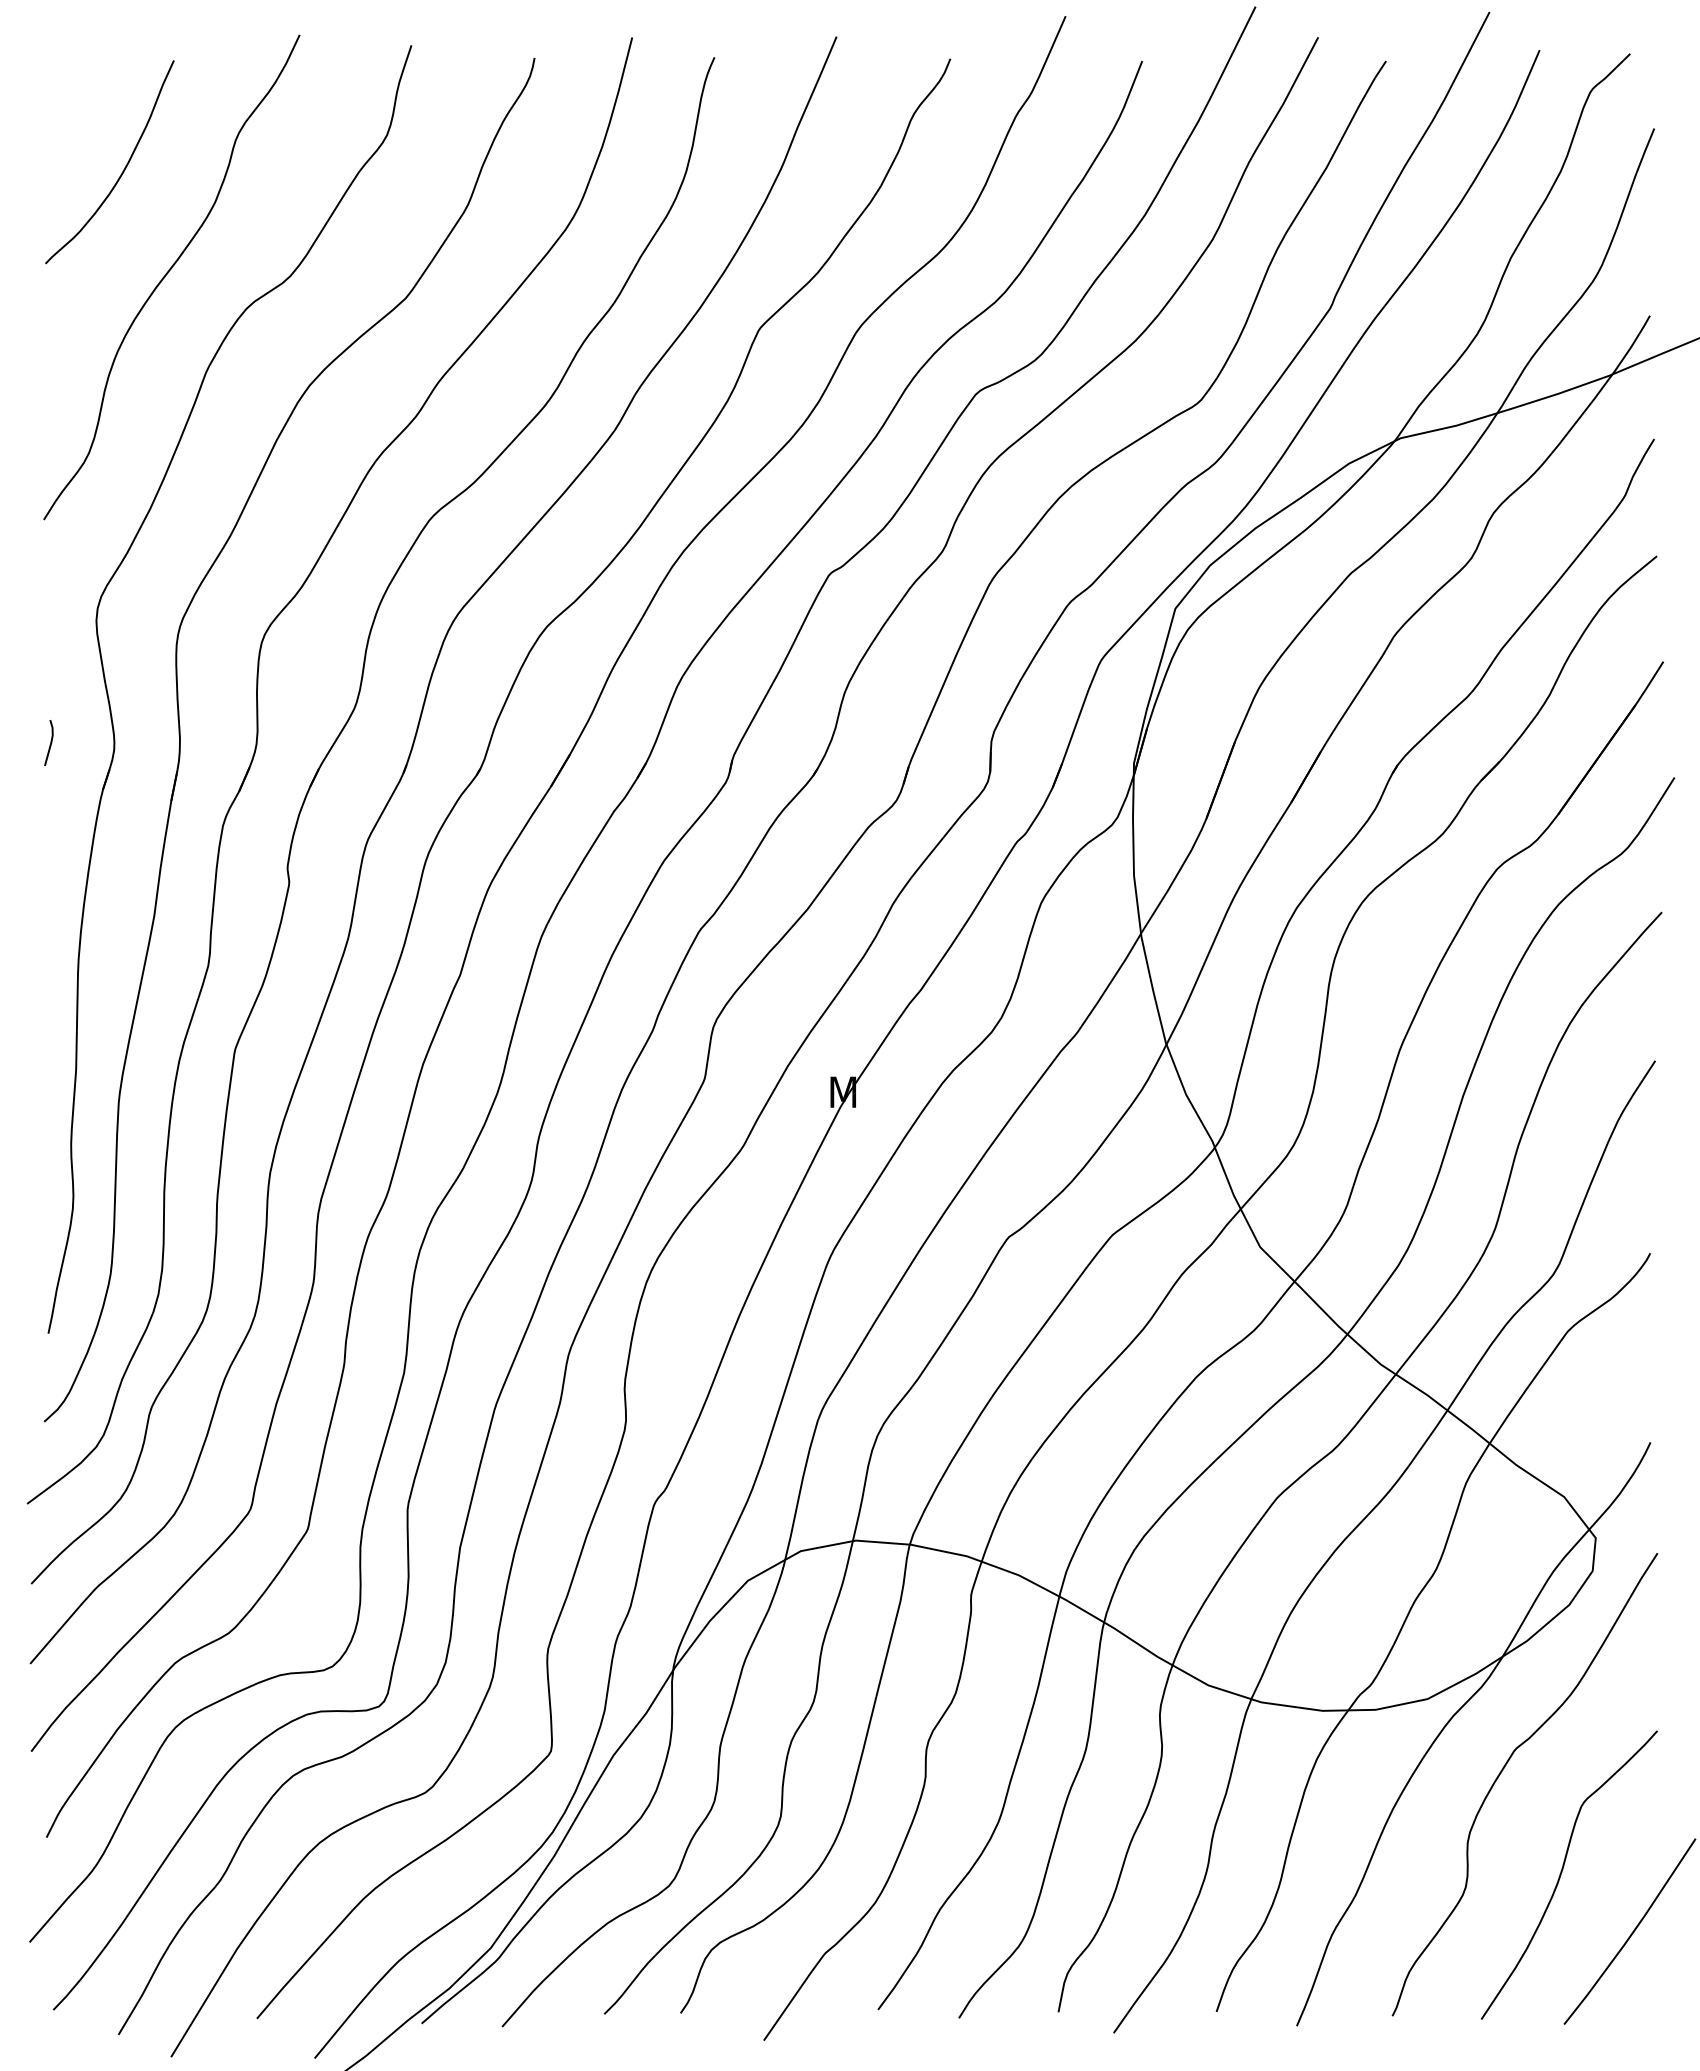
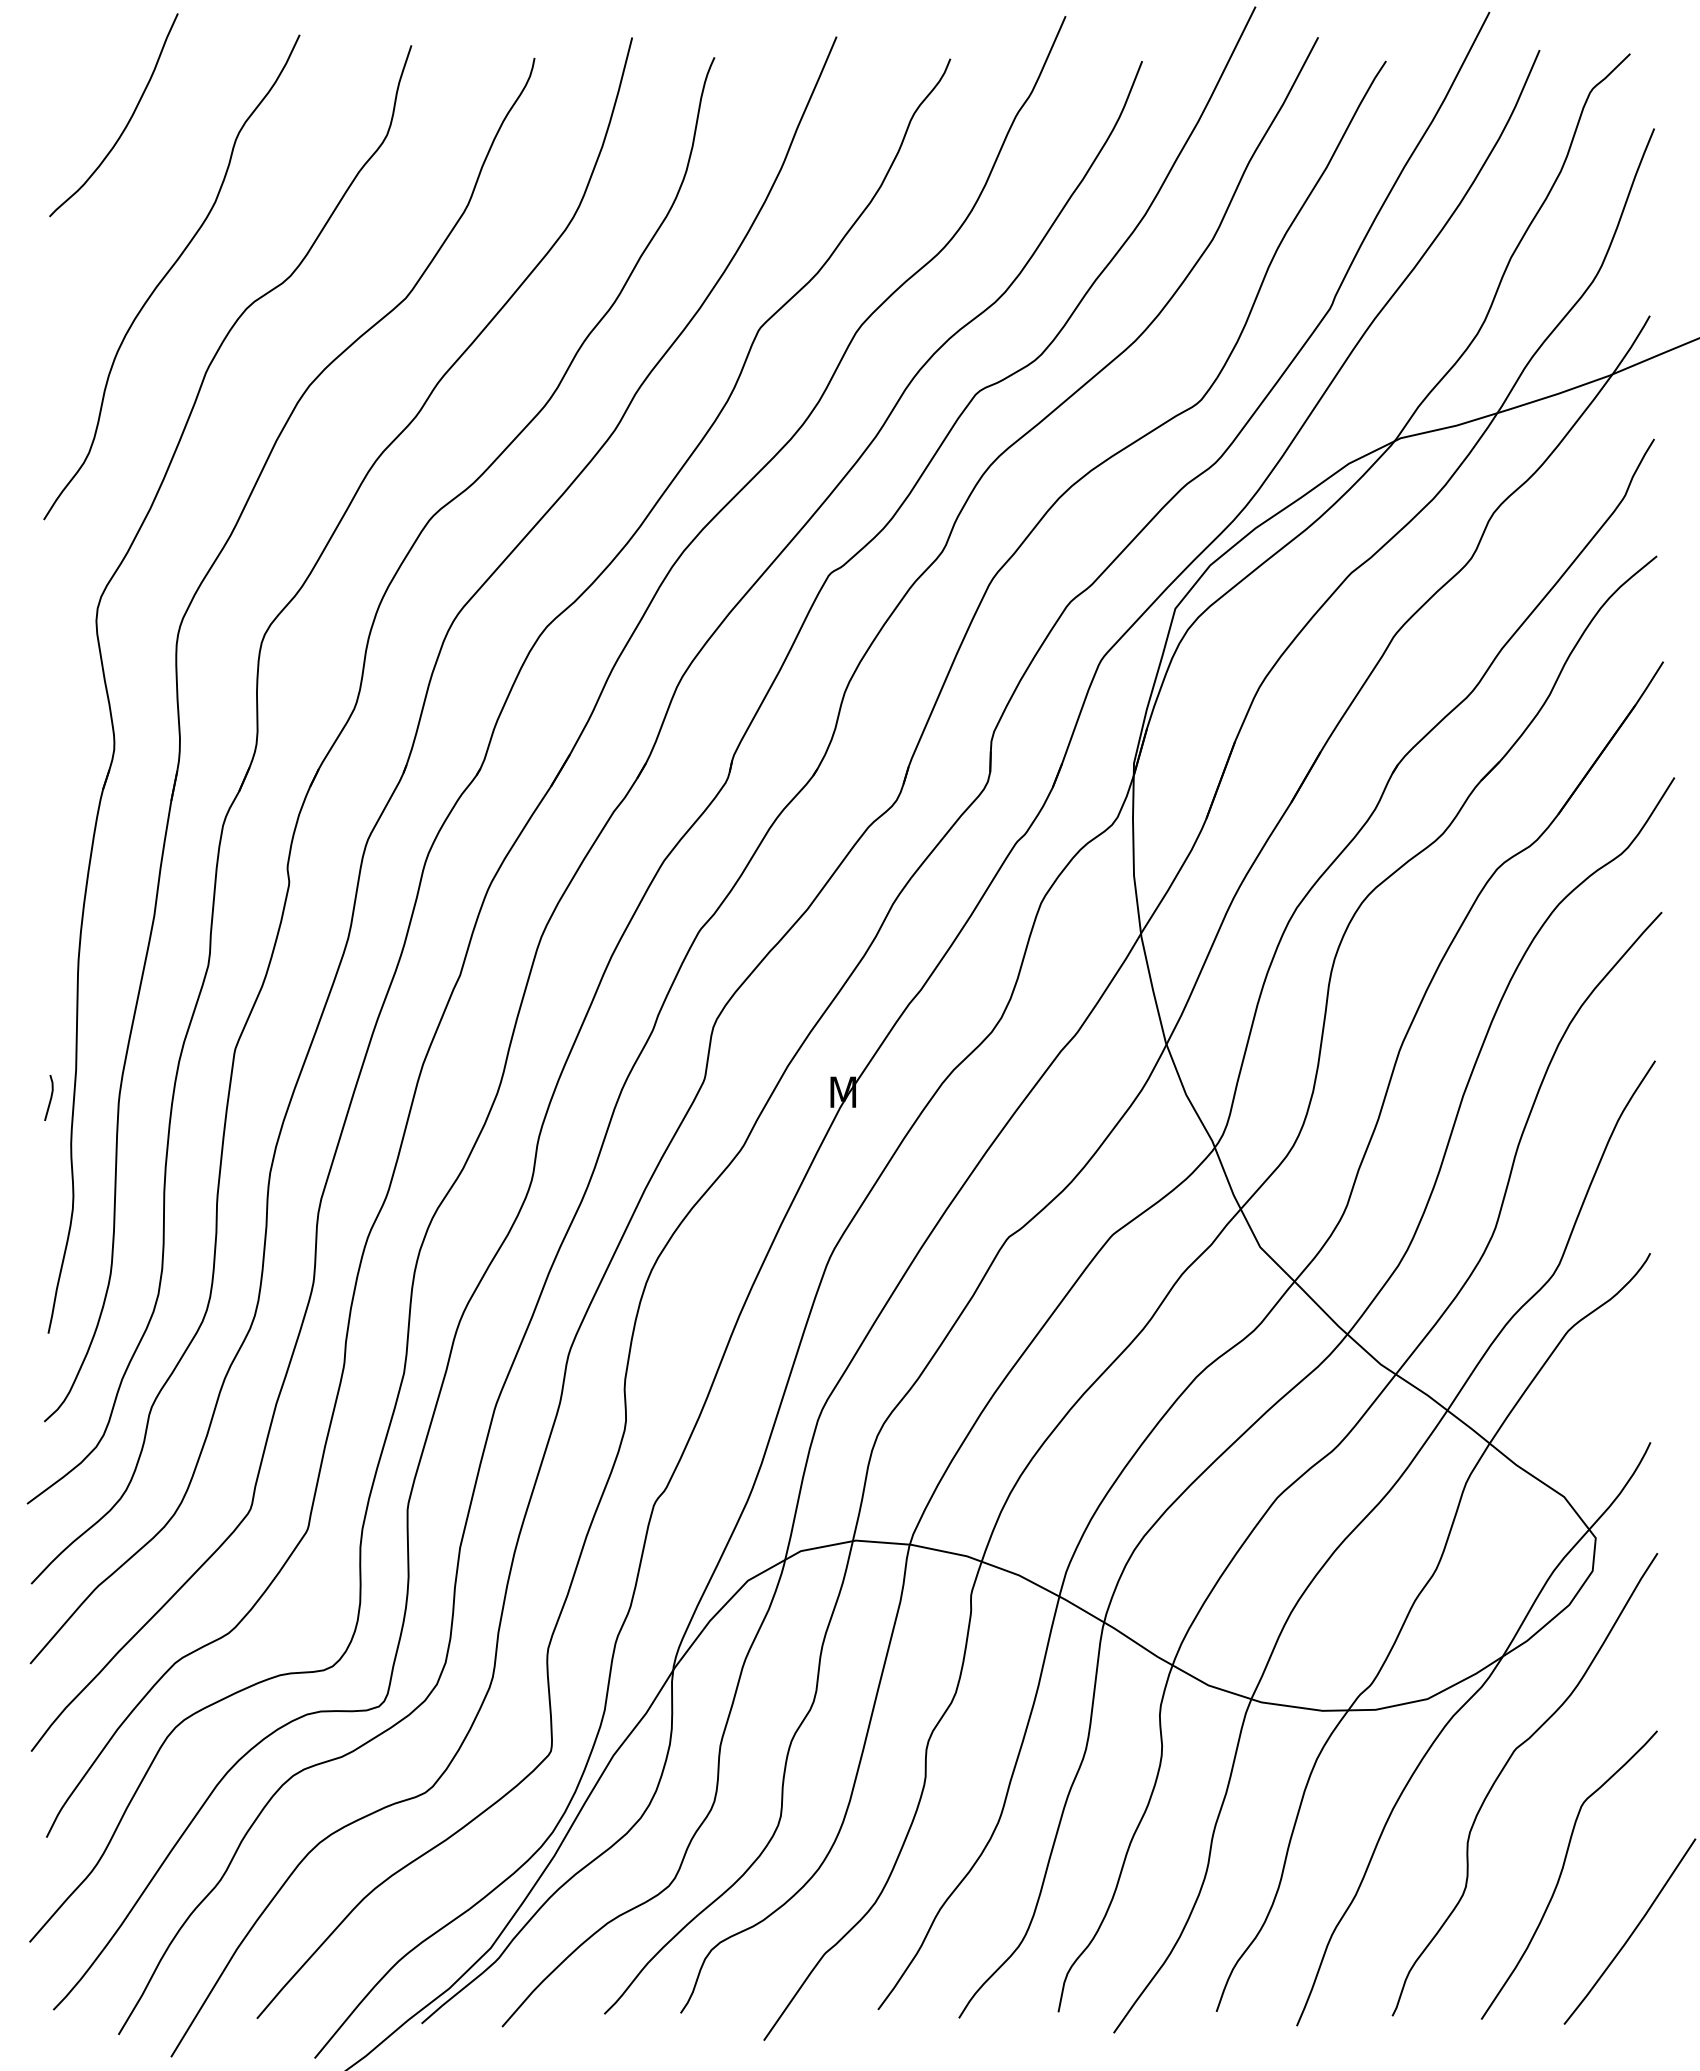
curve at (123, 169) position: (123, 169) -> (127, 122)
line at (50, 742) position: (50, 742) -> (50, 1097)
